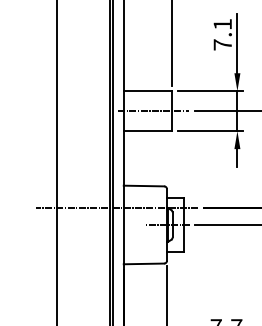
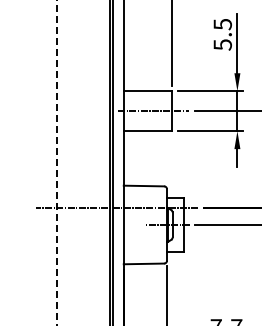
text at (222, 34): 7.1 -> 5.5
line at (57, 162): solid -> dashed
